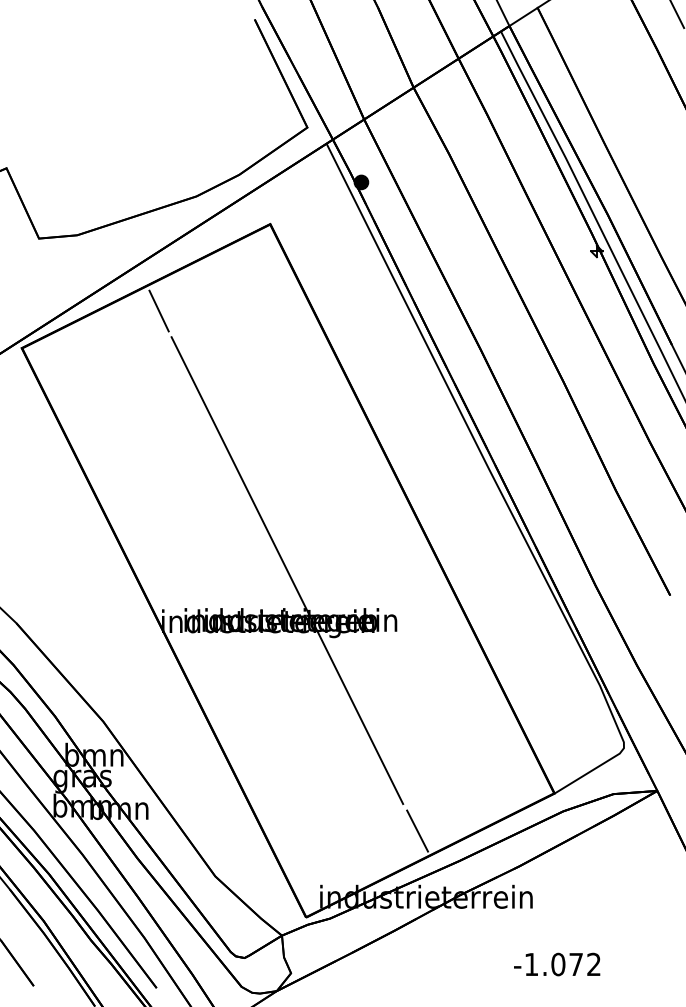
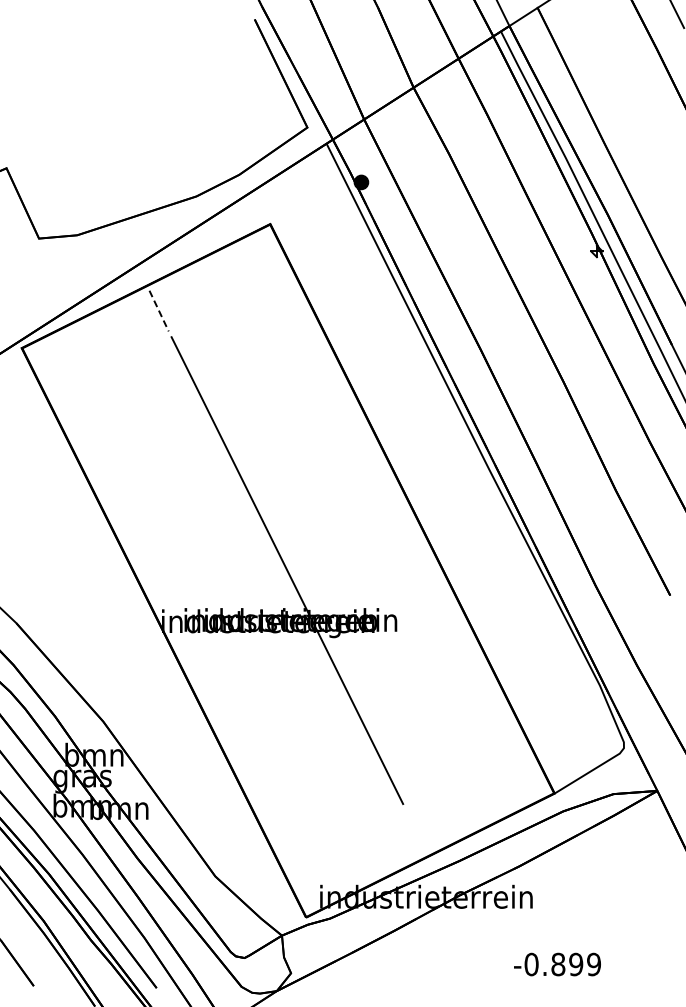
line at (159, 311): solid -> dashed
line at (417, 830): present -> none
text at (562, 964): -1.072 -> -0.899
